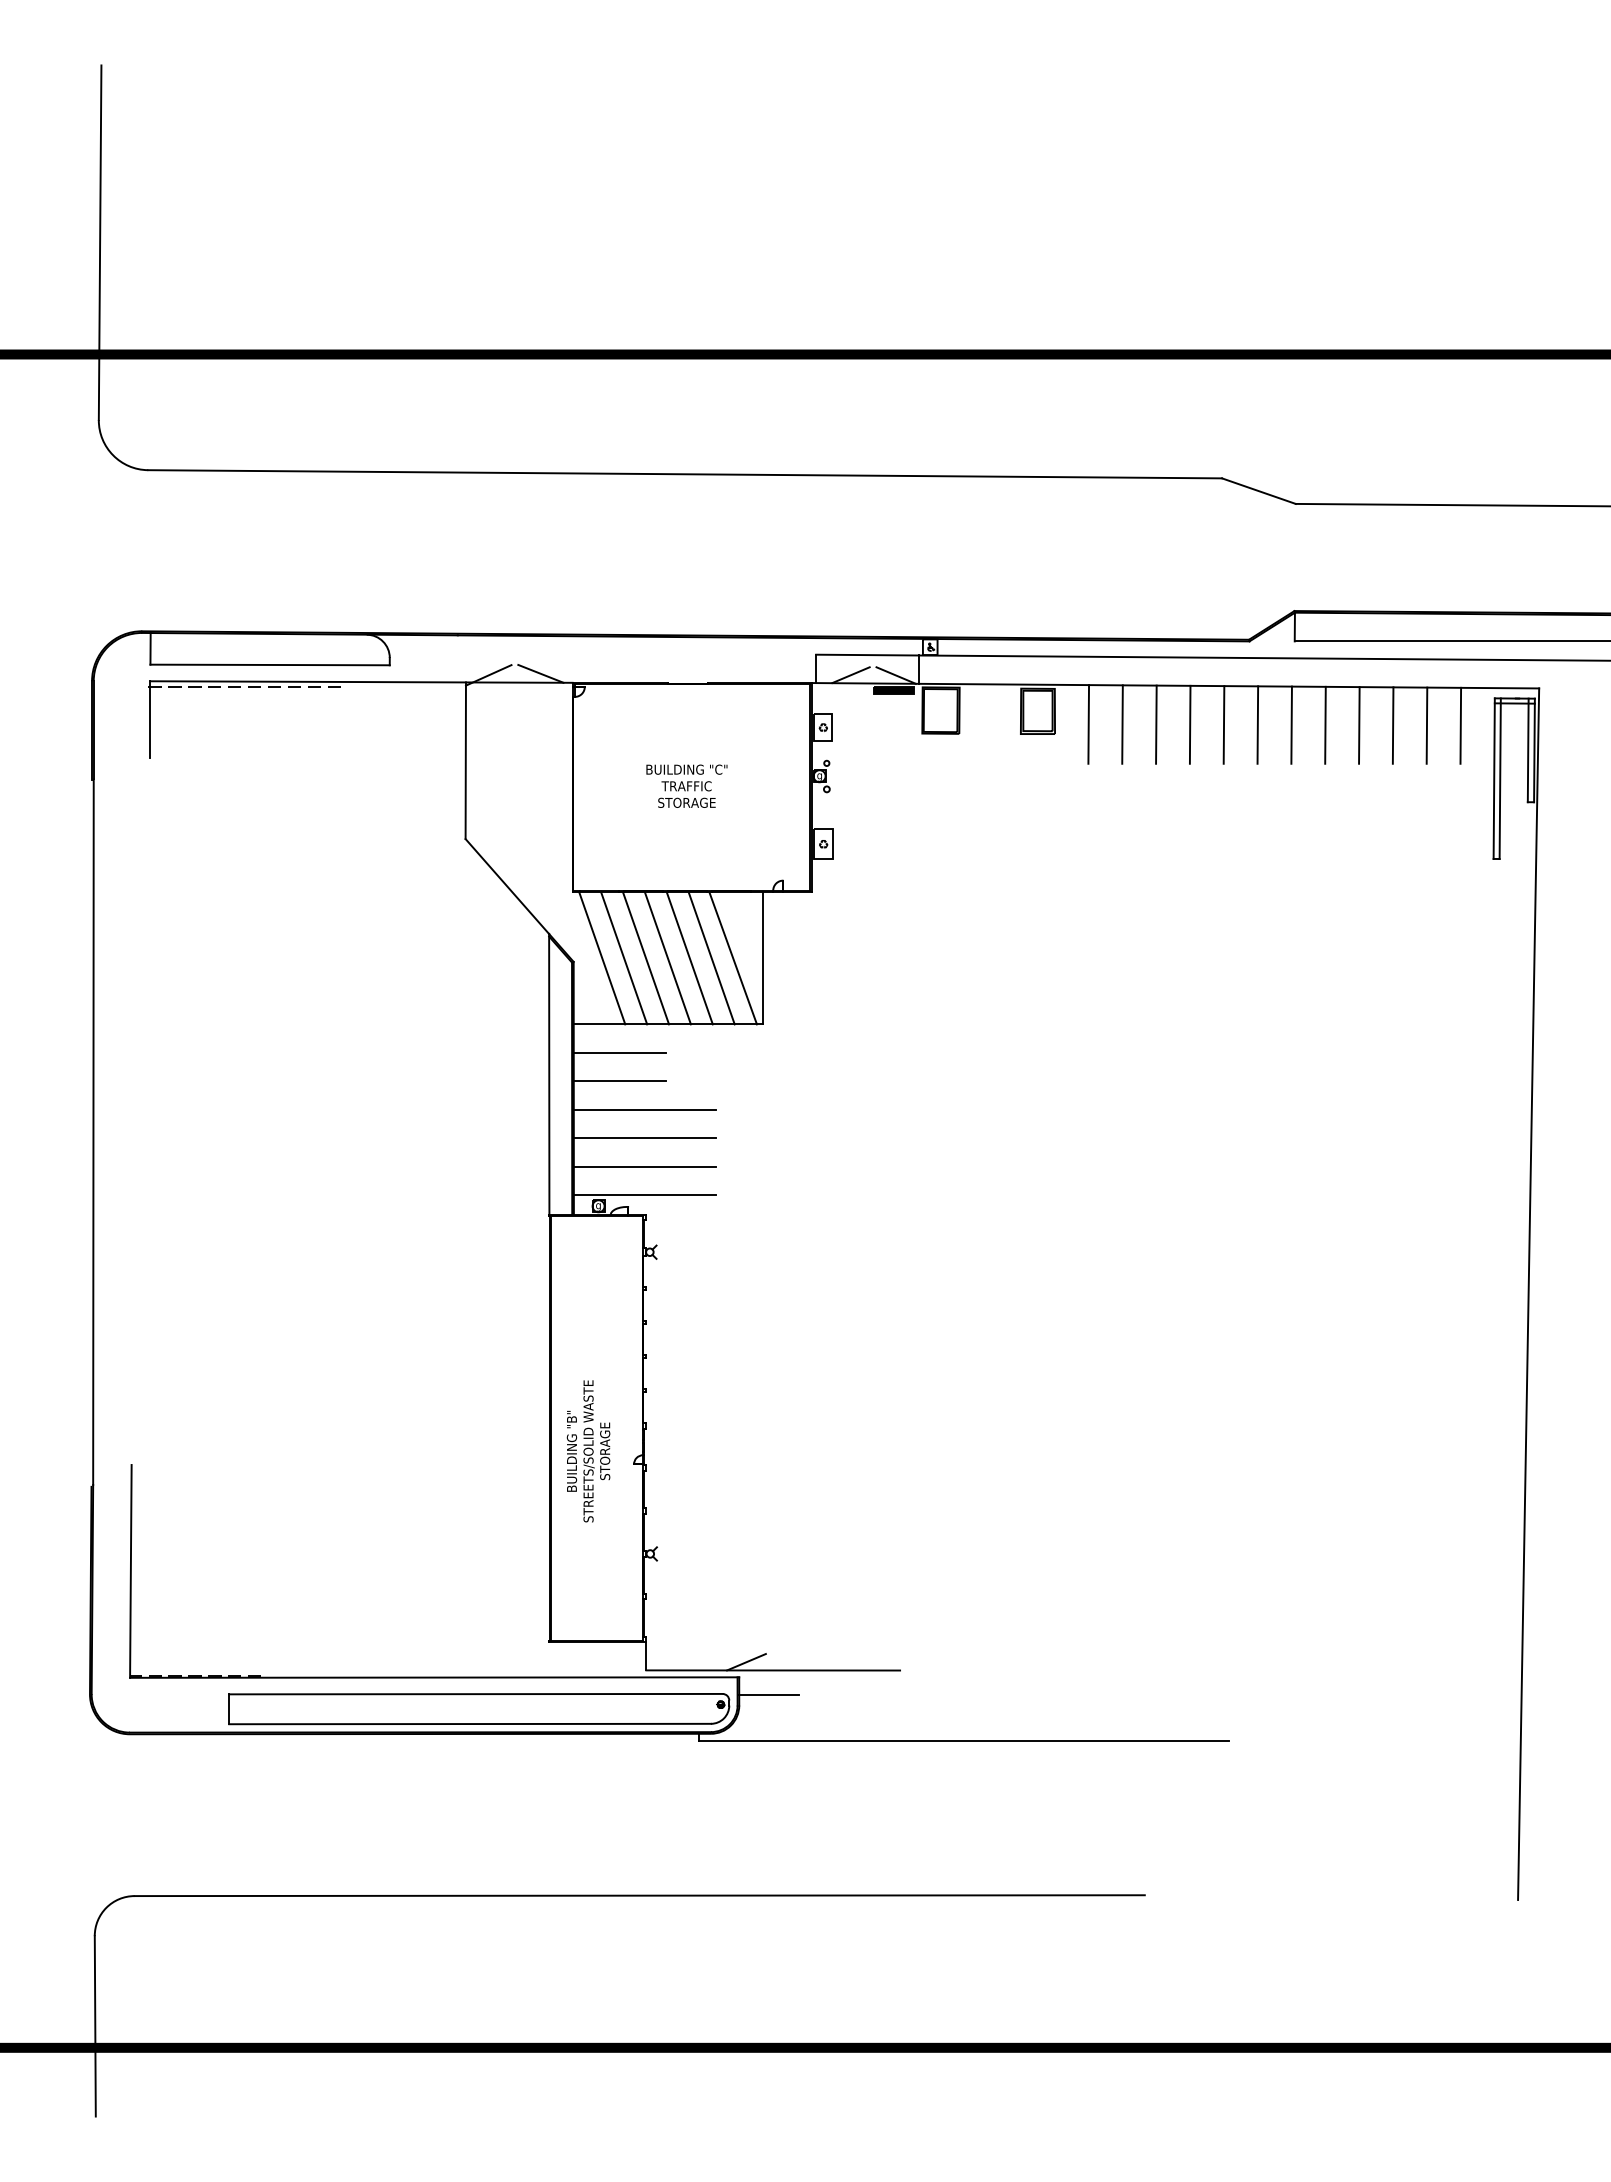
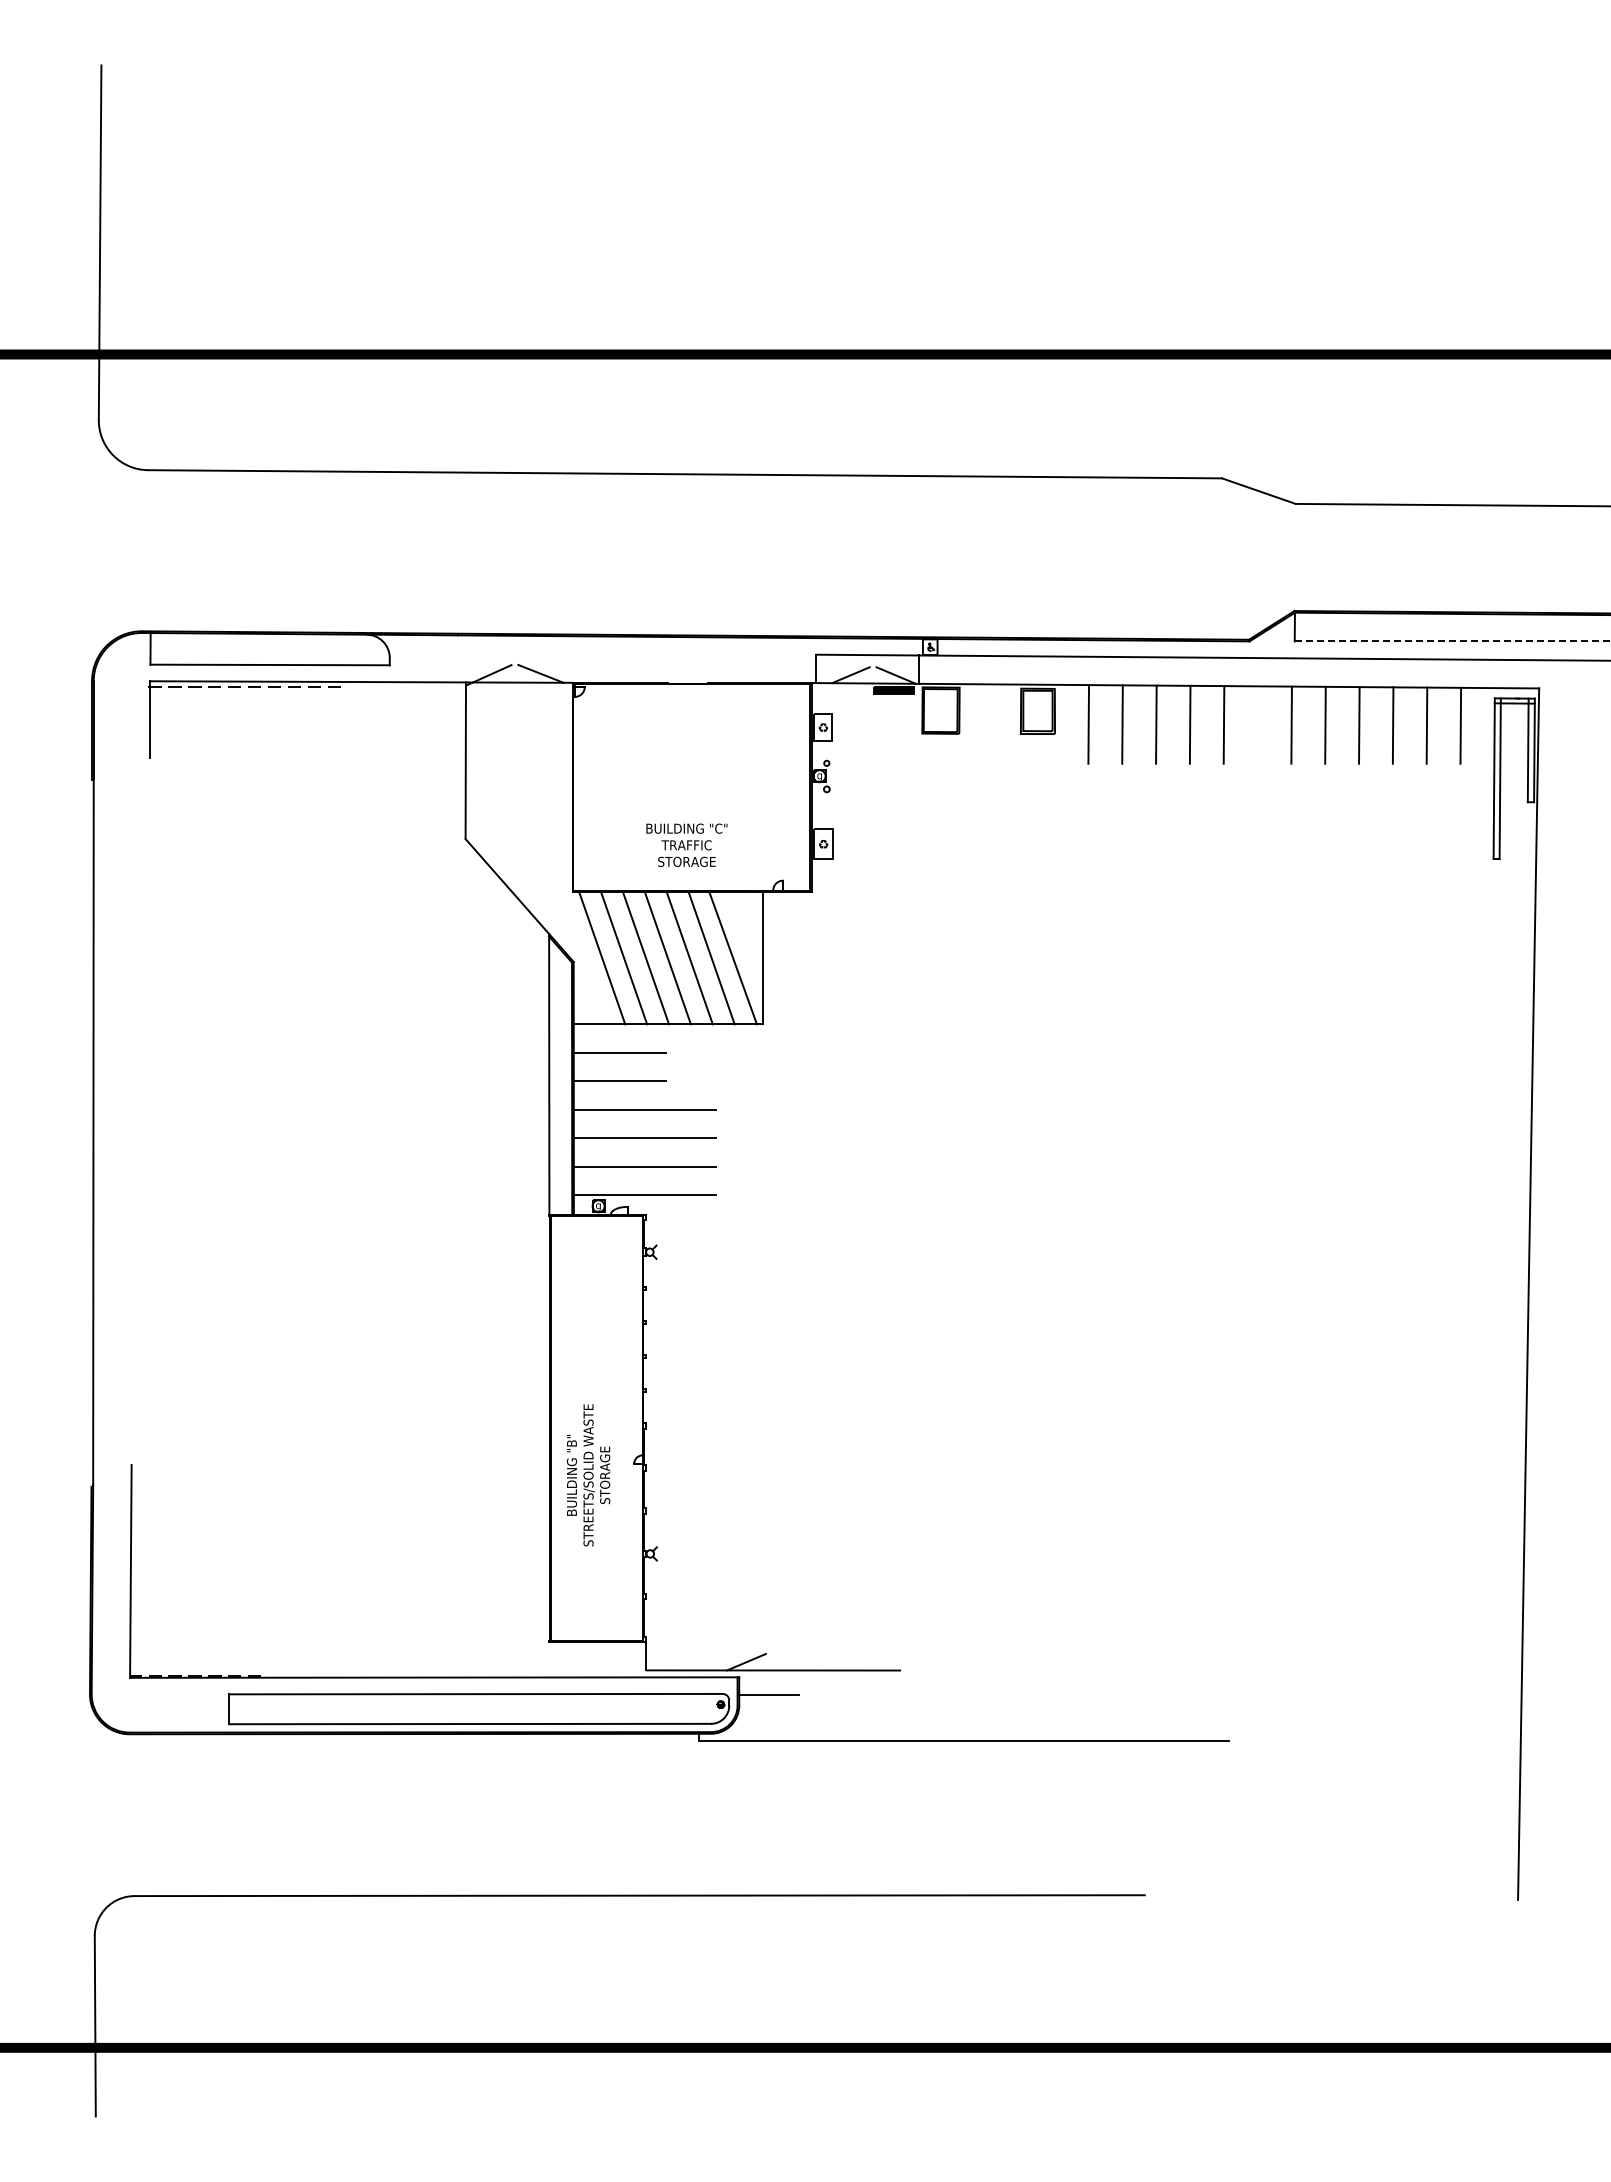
line at (1452, 641): solid -> dashed
line at (1257, 724): present -> none
text at (686, 785) position: (686, 785) -> (686, 844)
text at (588, 1451) position: (588, 1451) -> (588, 1475)
